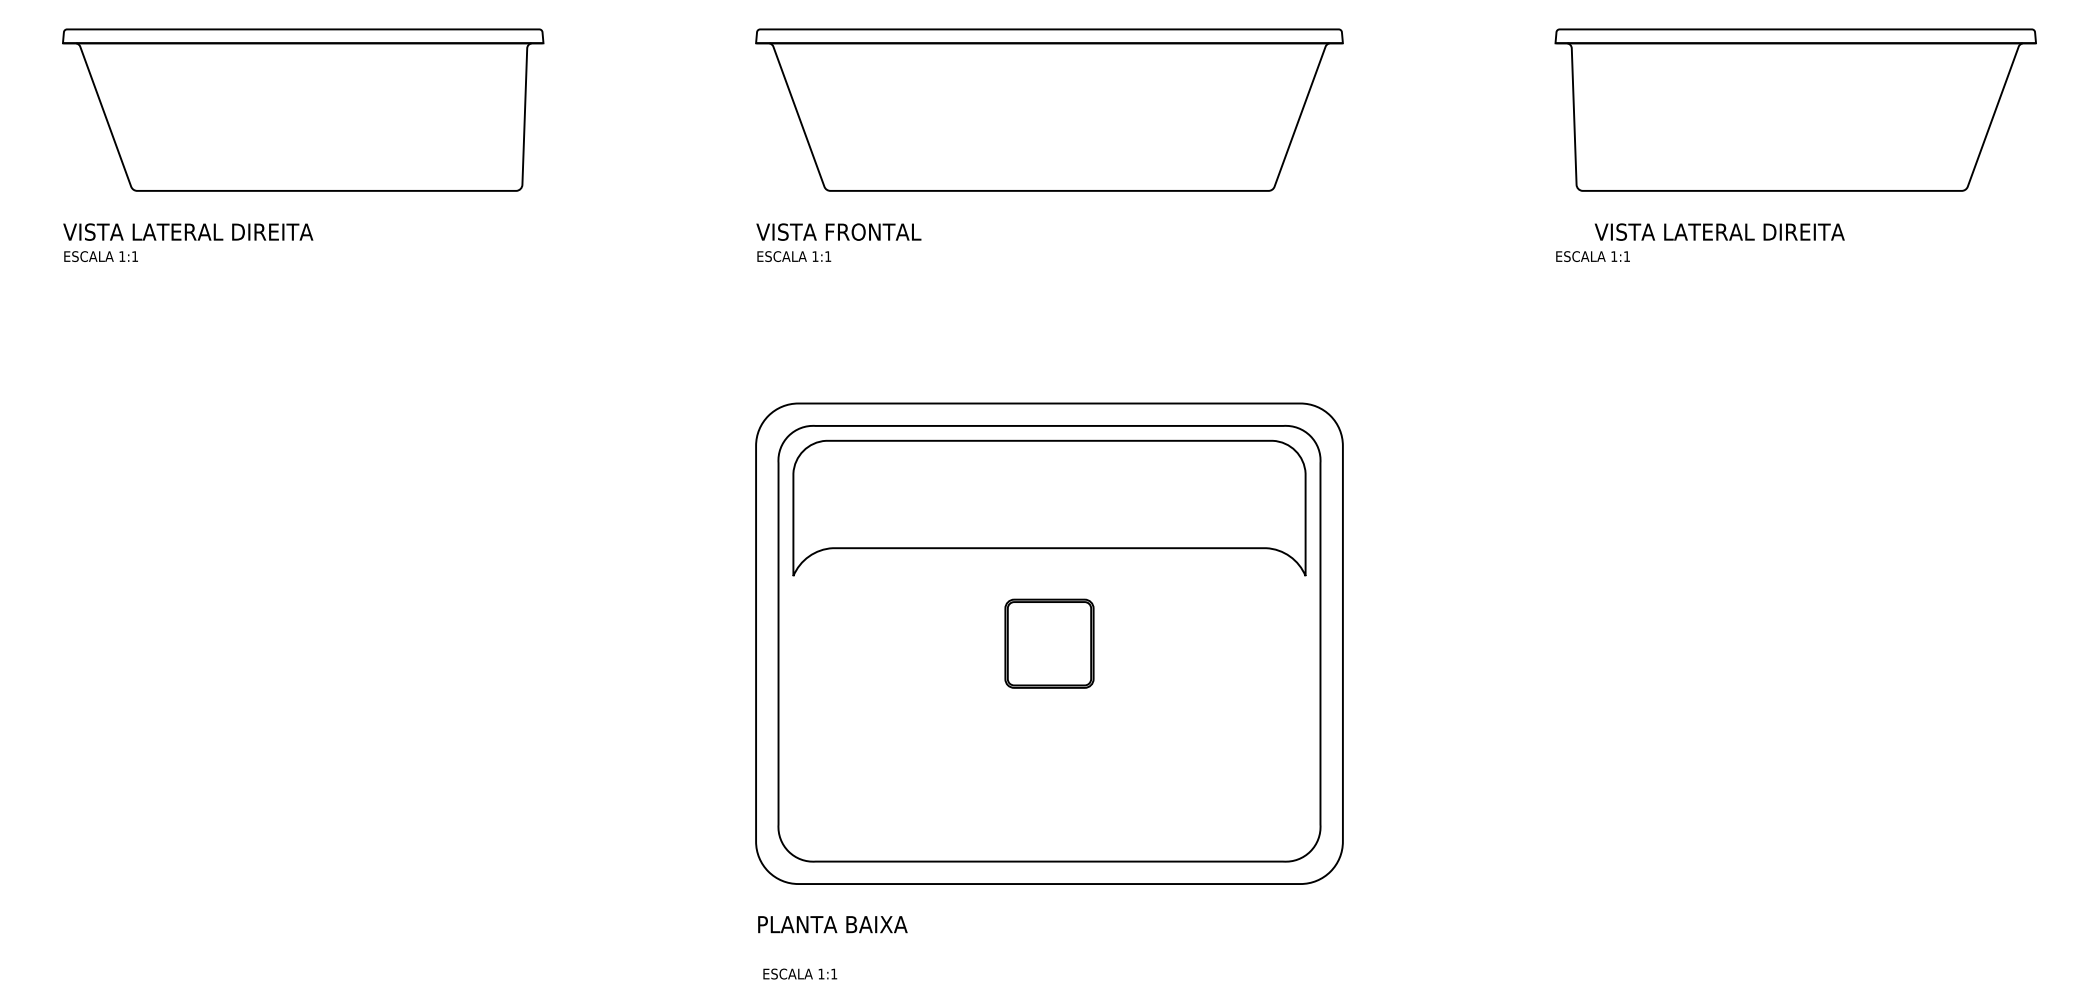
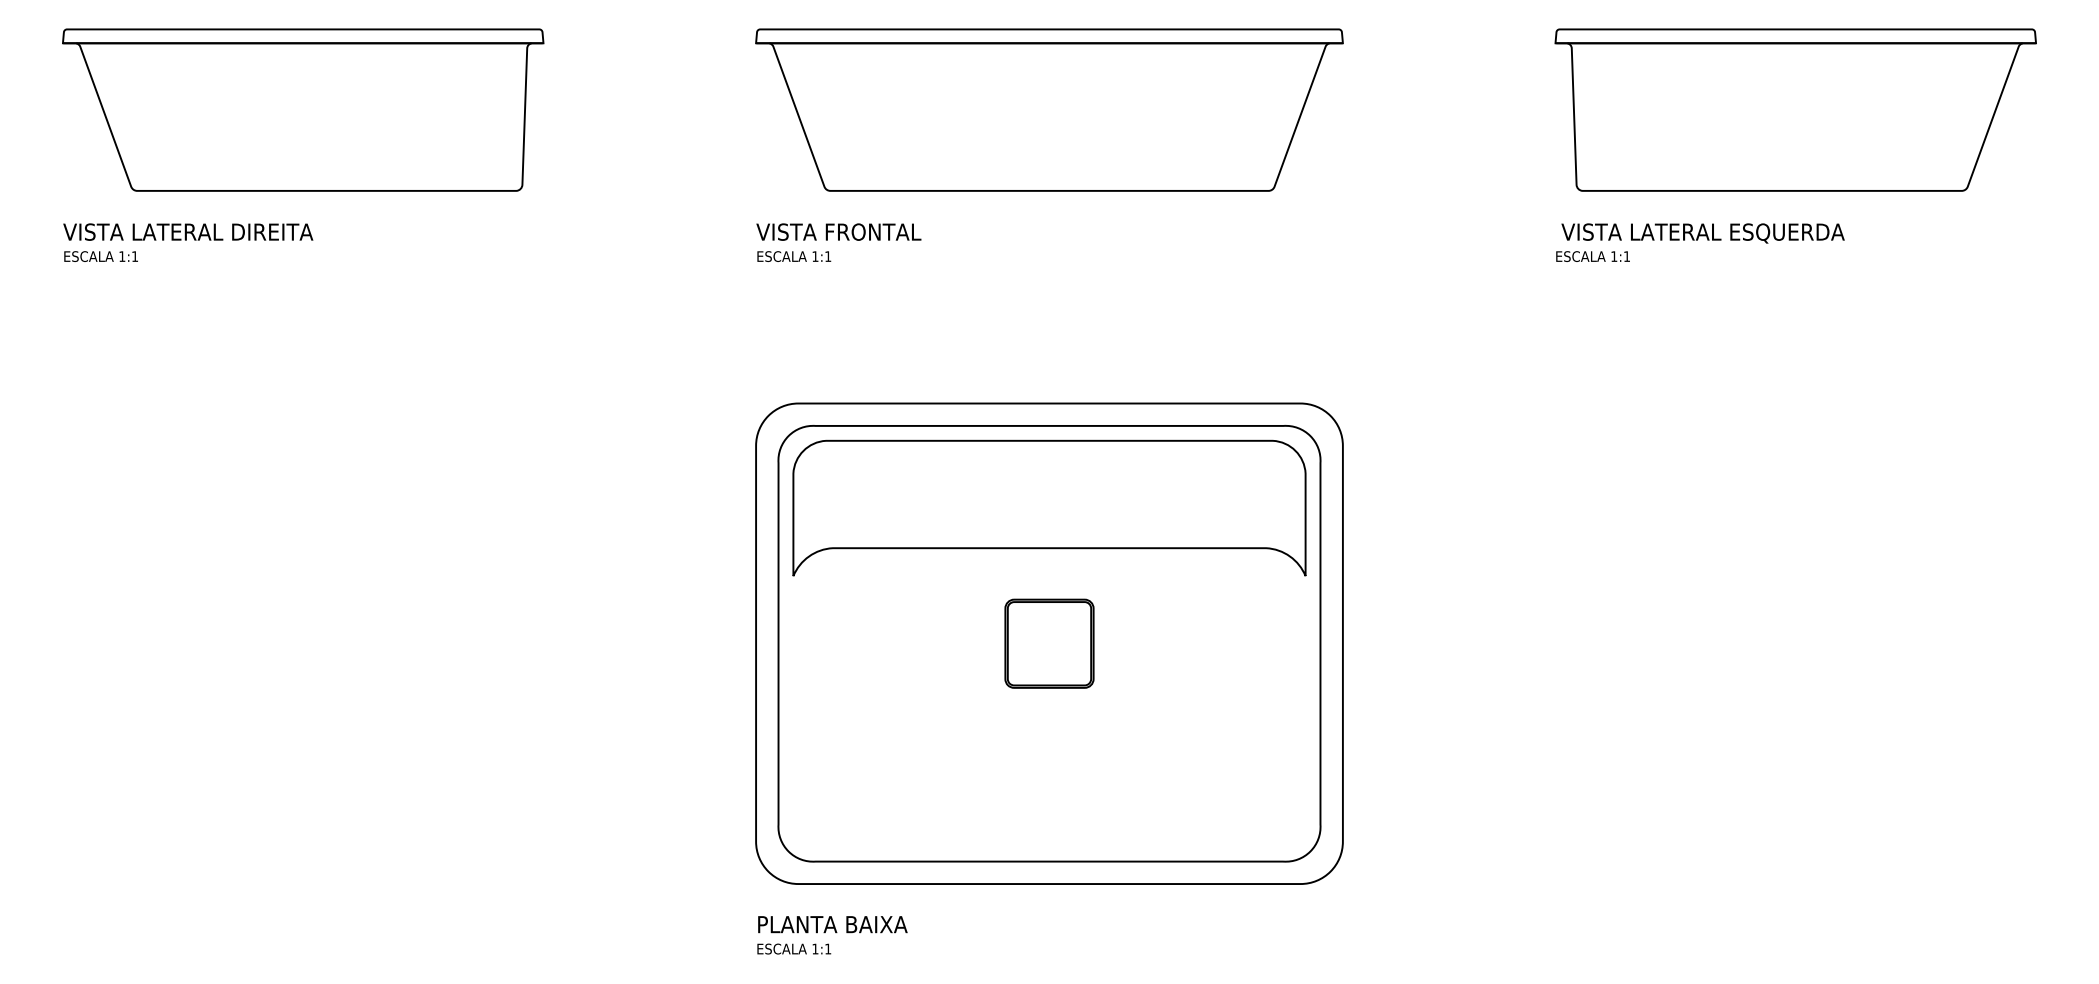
text at (1695, 233): VISTA LATERAL DIREITA -> VISTA LATERAL ESQUERDA
text at (800, 973) position: (800, 973) -> (794, 948)
